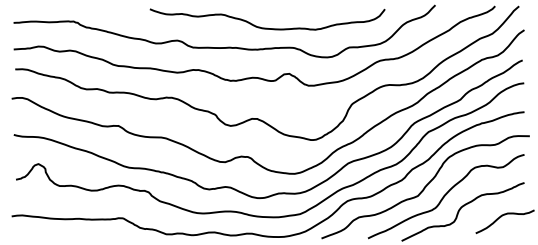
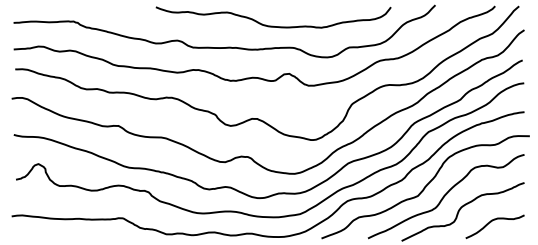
curve at (267, 27) position: (267, 27) -> (273, 25)
curve at (501, 217) position: (501, 217) -> (491, 222)
